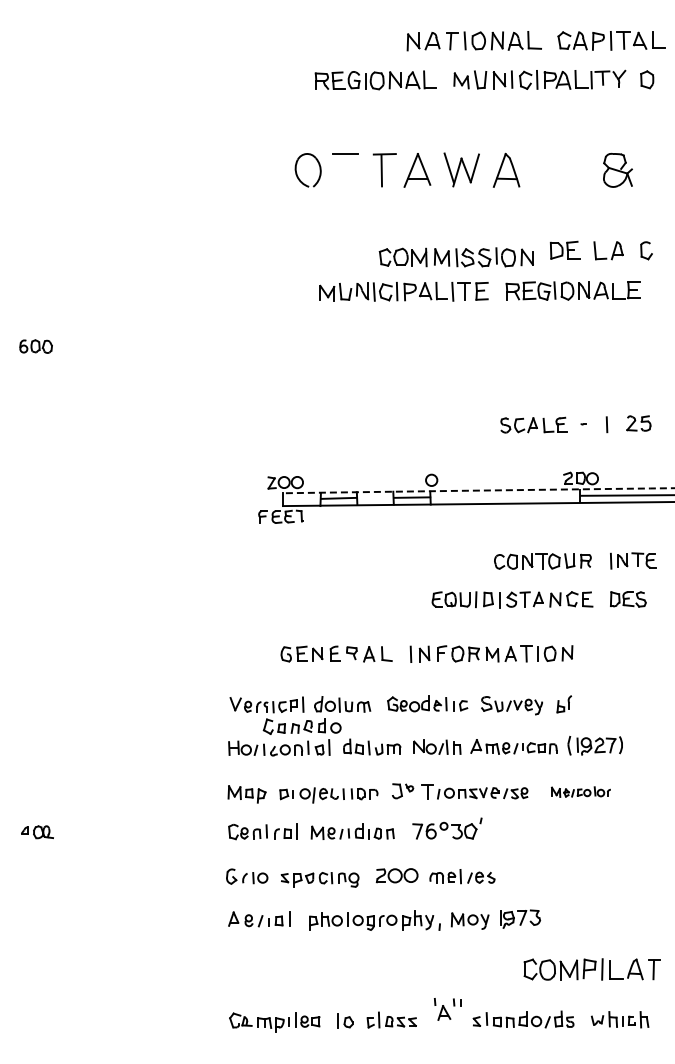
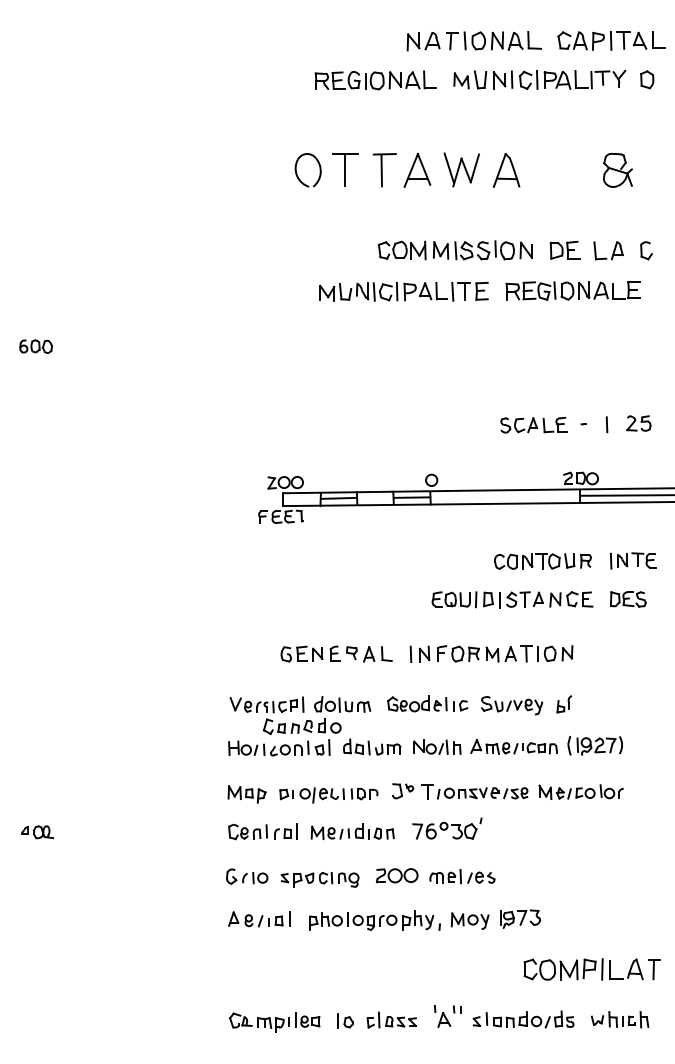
line at (345, 170): none -> present
part at (455, 257) position: (455, 257) -> (454, 250)
arc at (478, 490): dashed -> solid
part at (580, 791) size: 60x12 px -> 86x16 px
part at (447, 1009) position: (447, 1009) -> (447, 1016)
